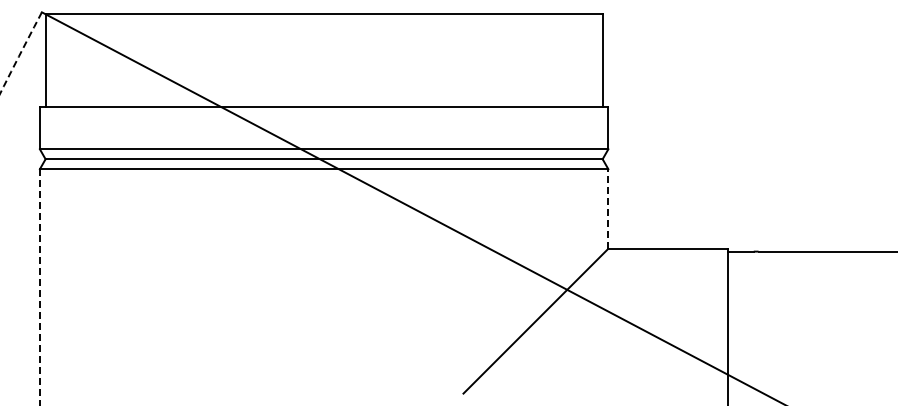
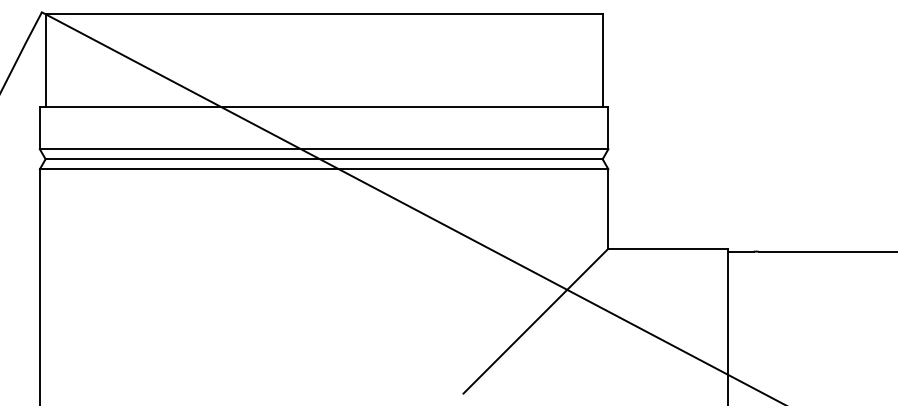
arc at (20, 53): dashed -> solid
line at (608, 208): dashed -> solid
line at (39, 287): dashed -> solid
